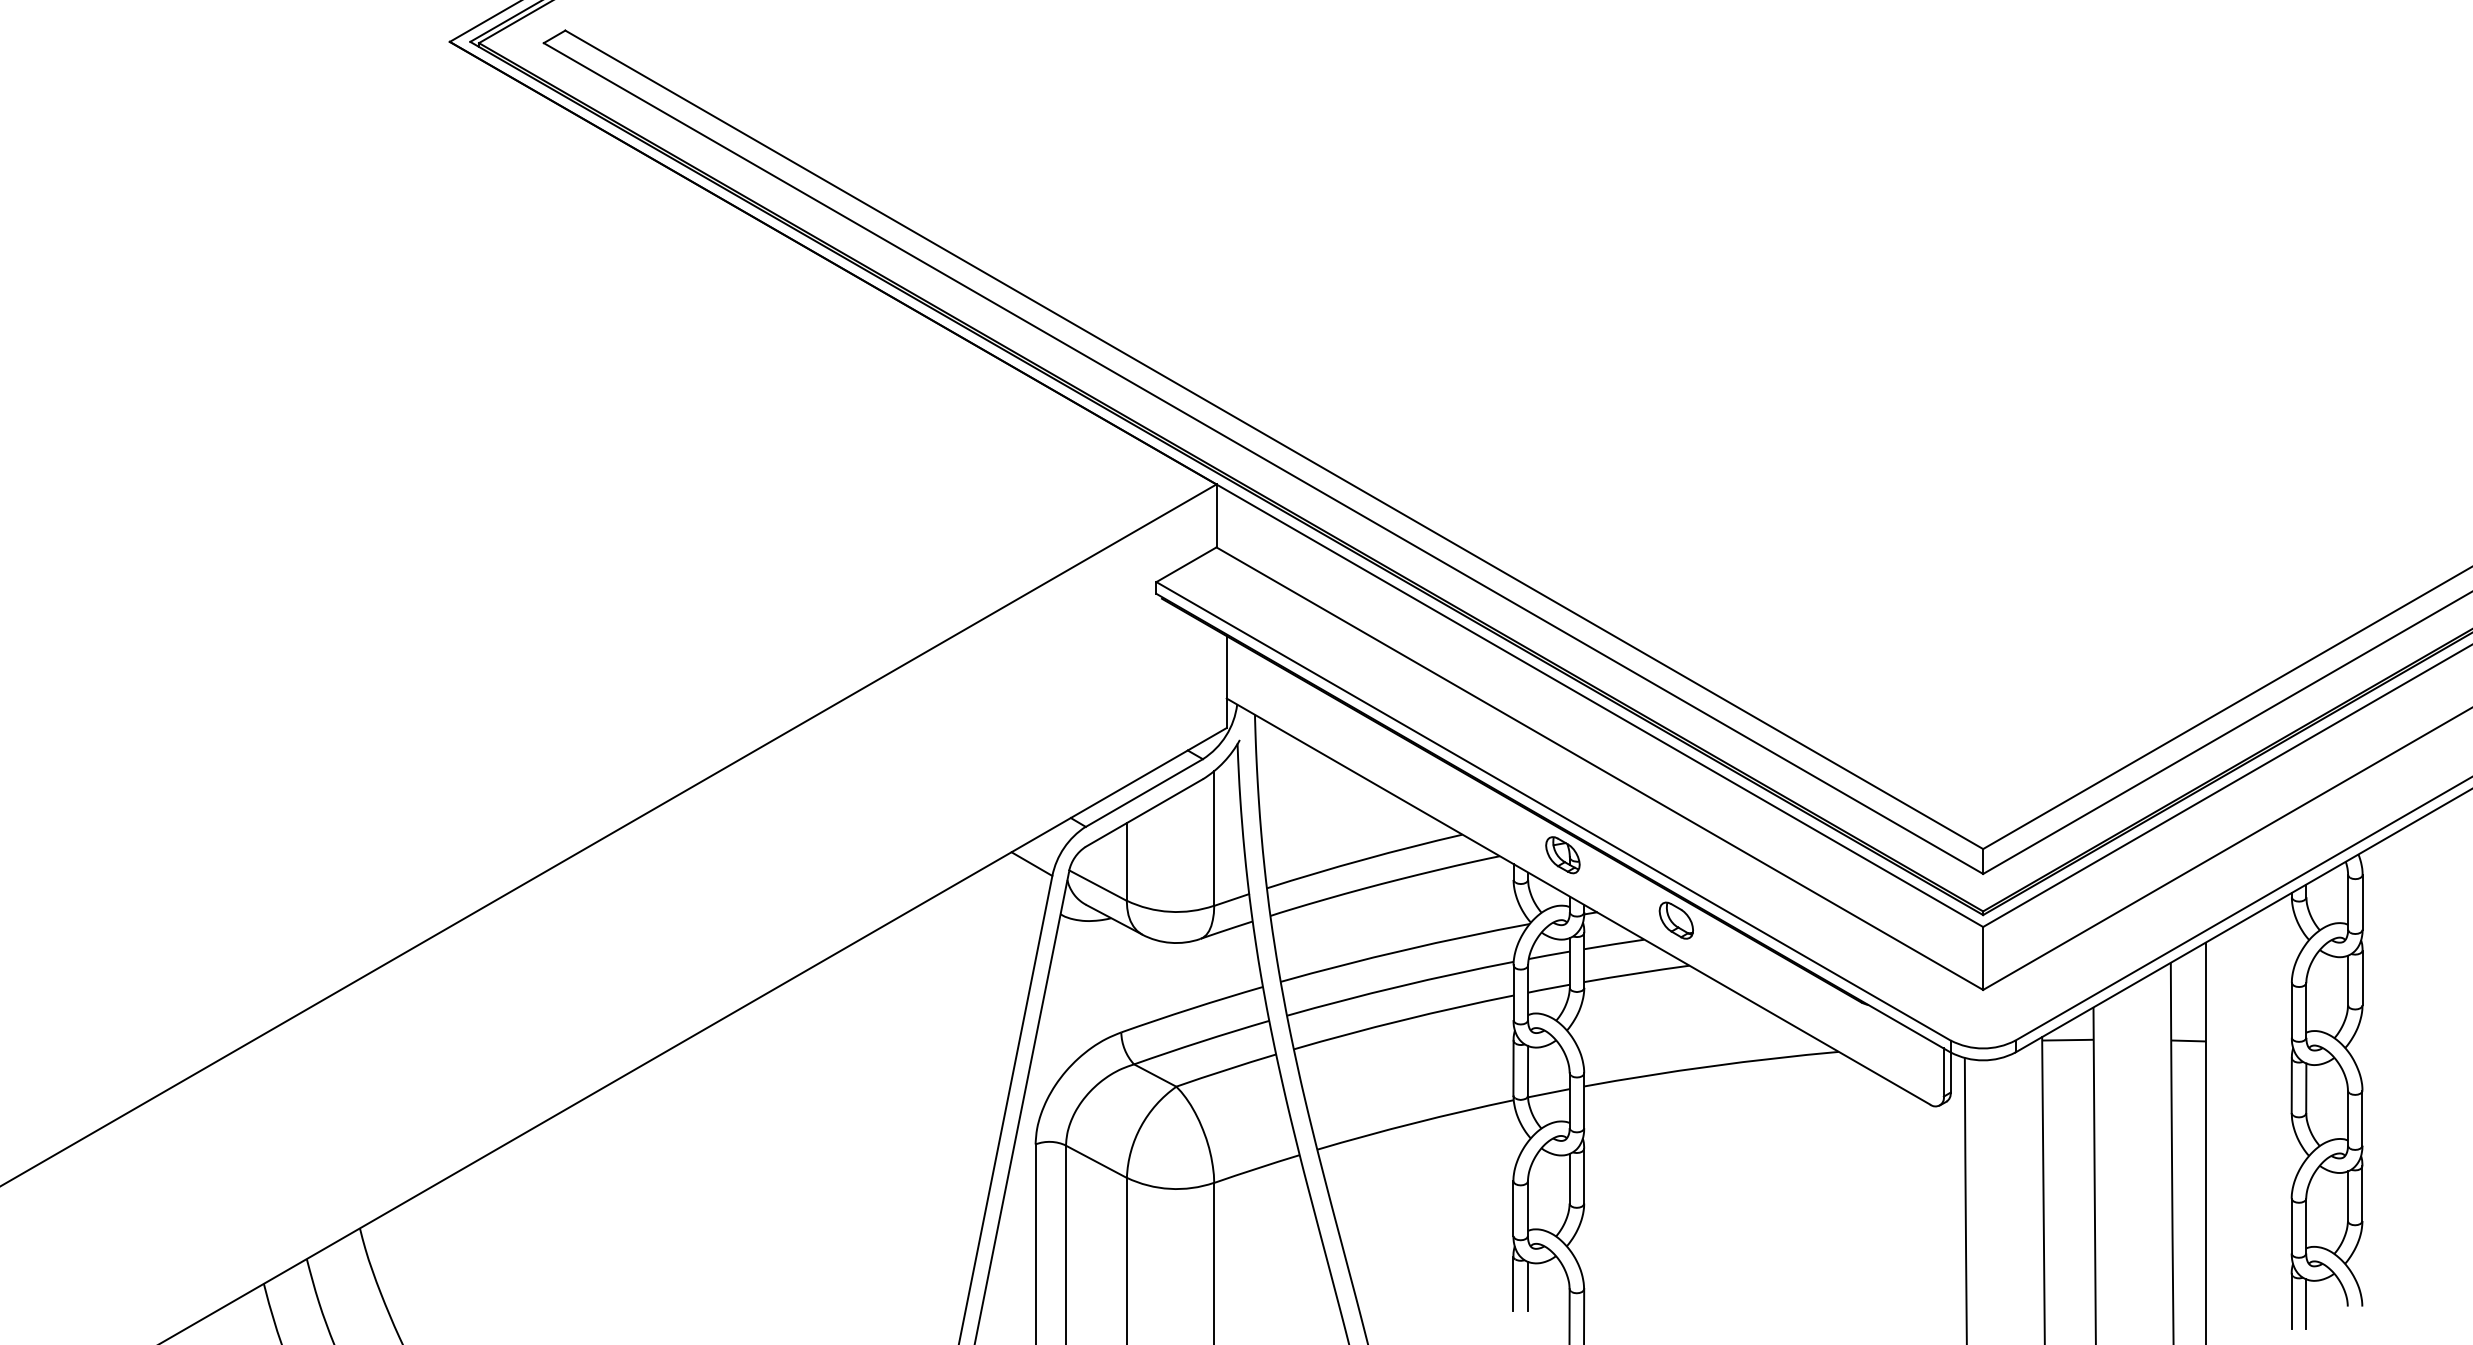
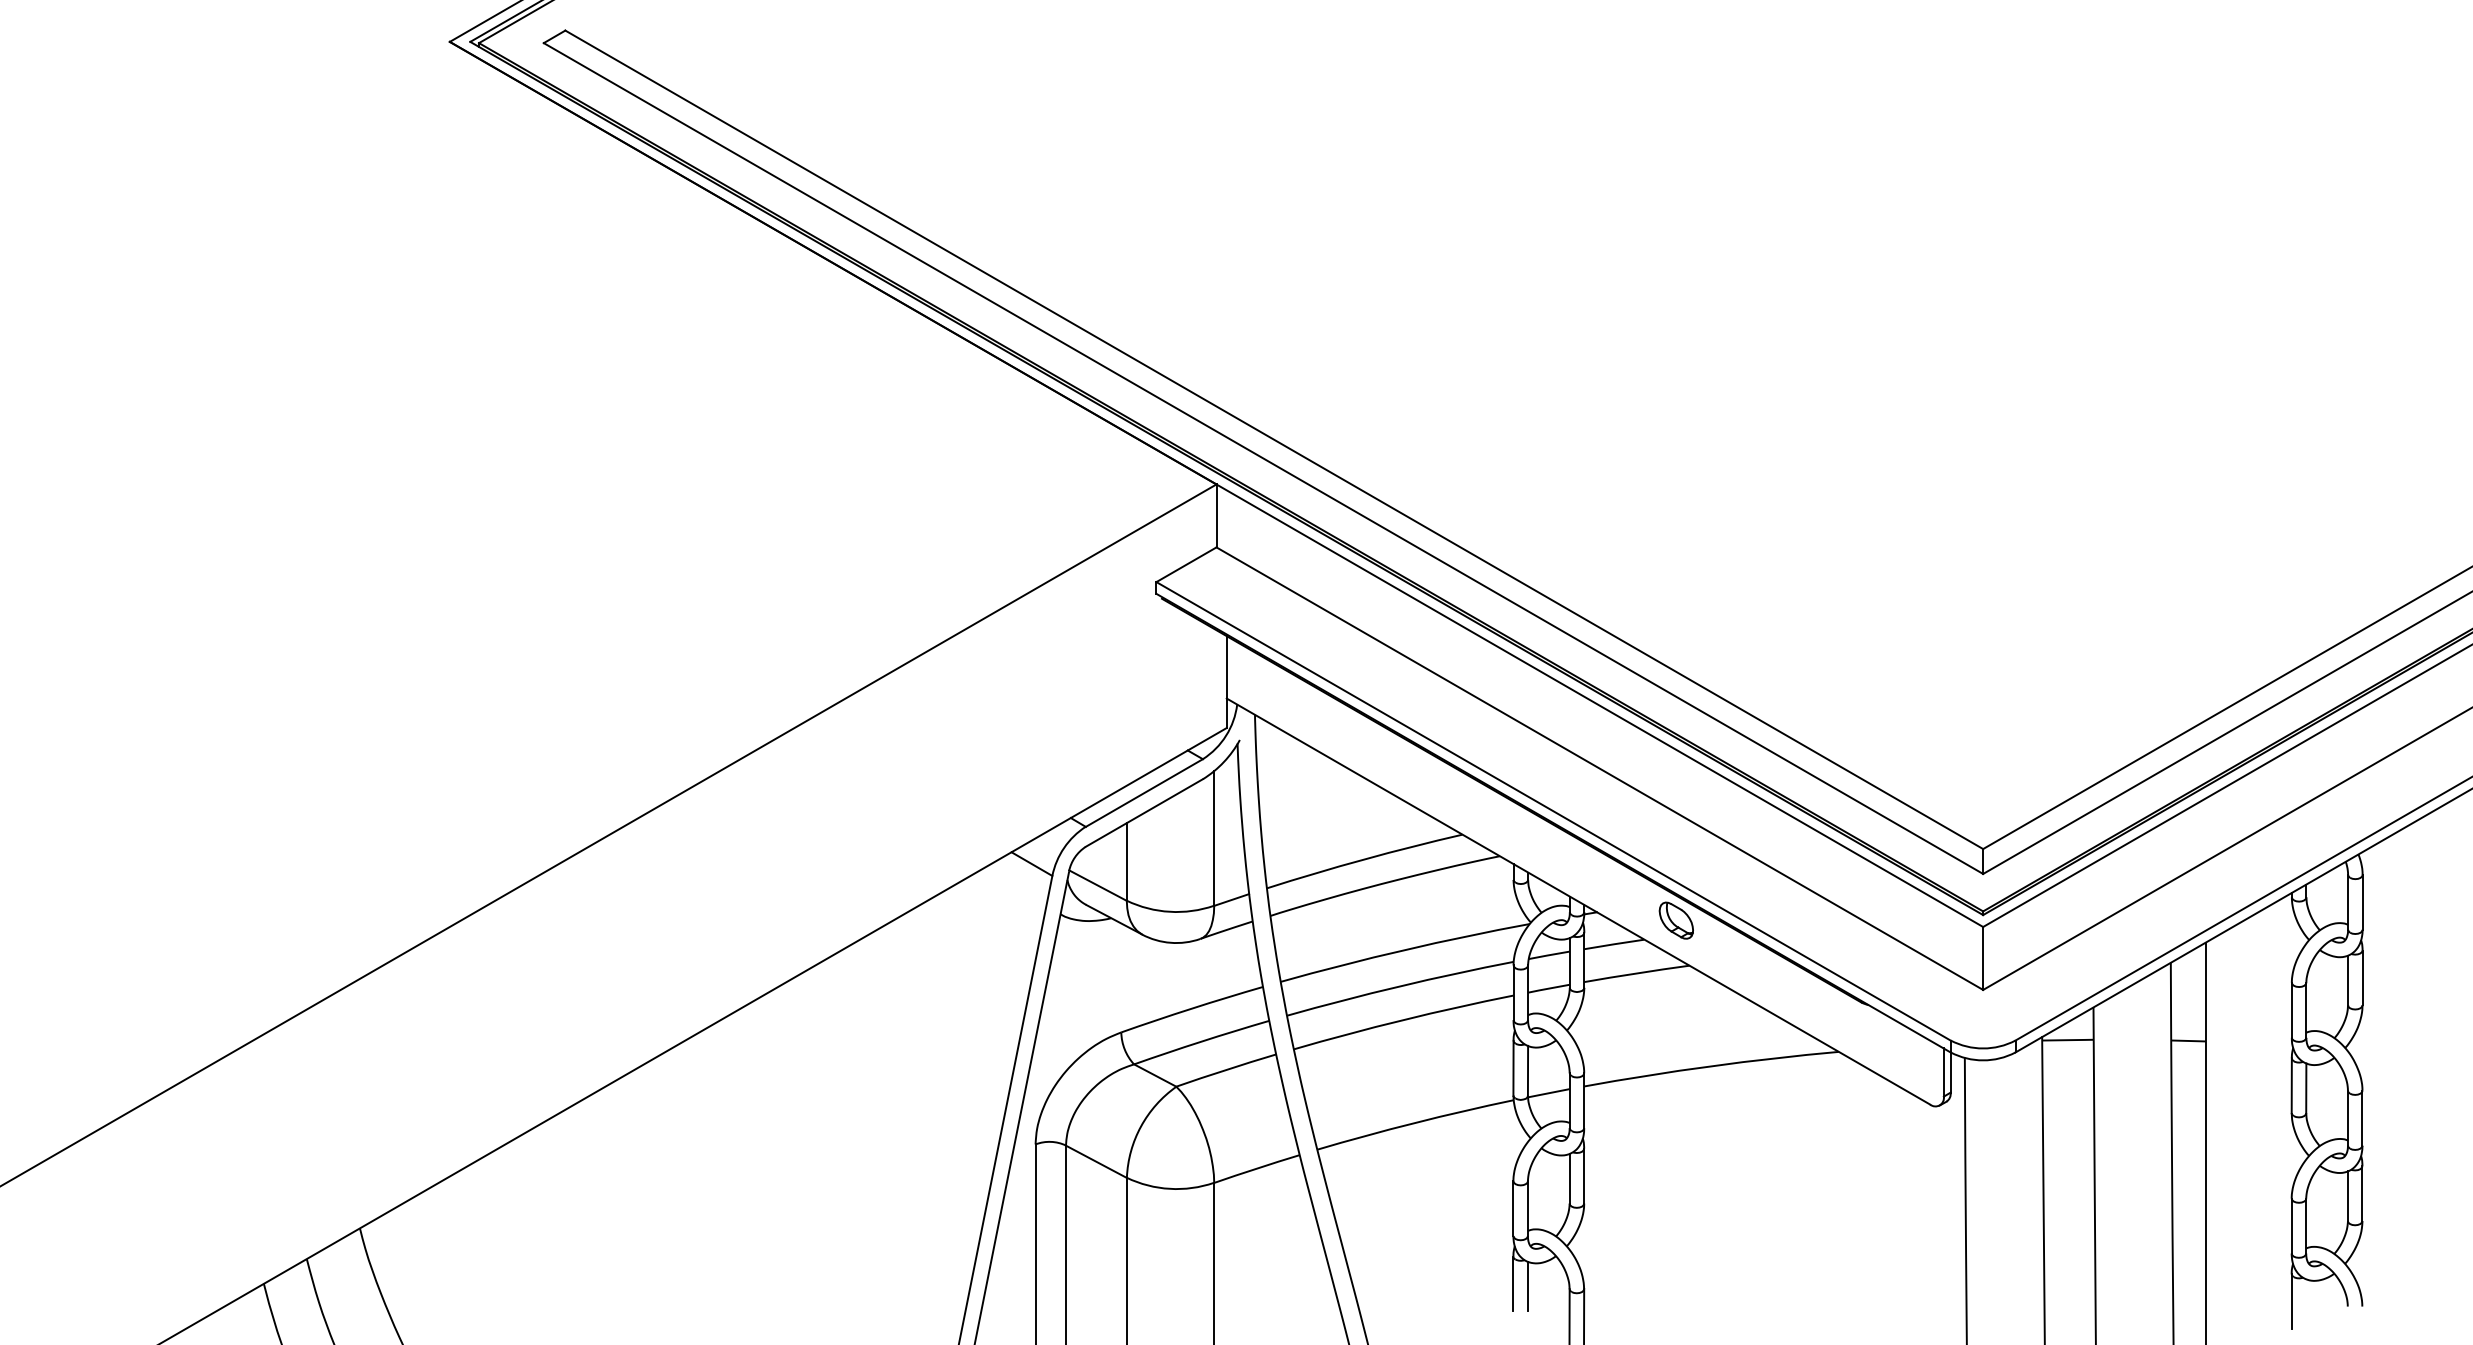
part at (1562, 855): present -> none
line at (2306, 1304): present -> none
